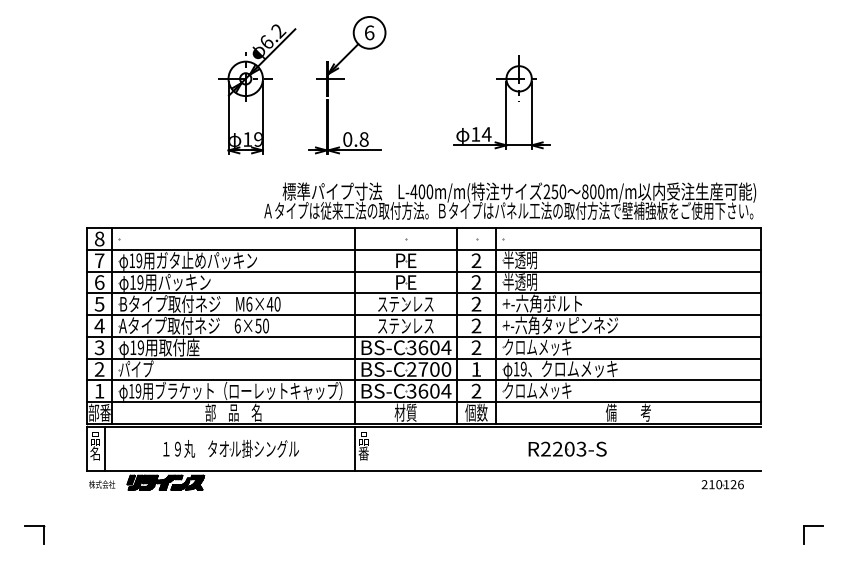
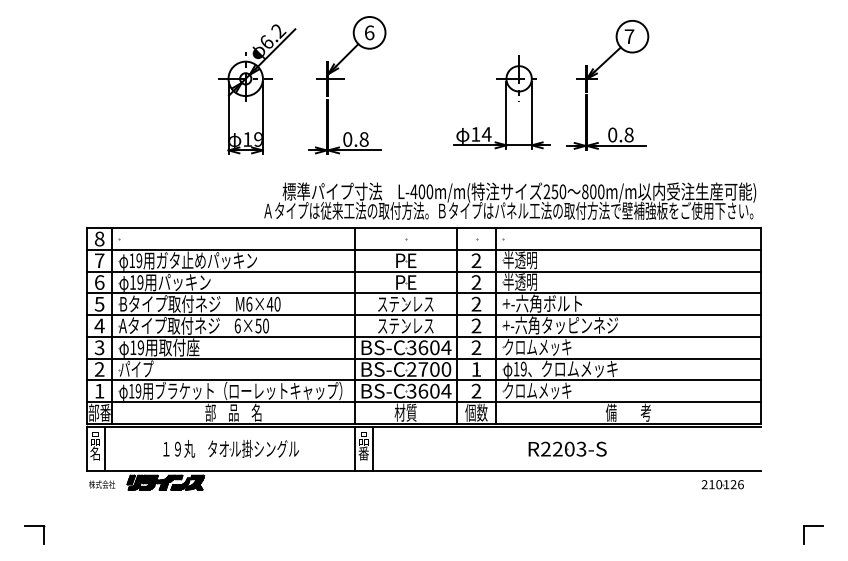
part at (597, 79): none -> present
line at (373, 448): none -> present
